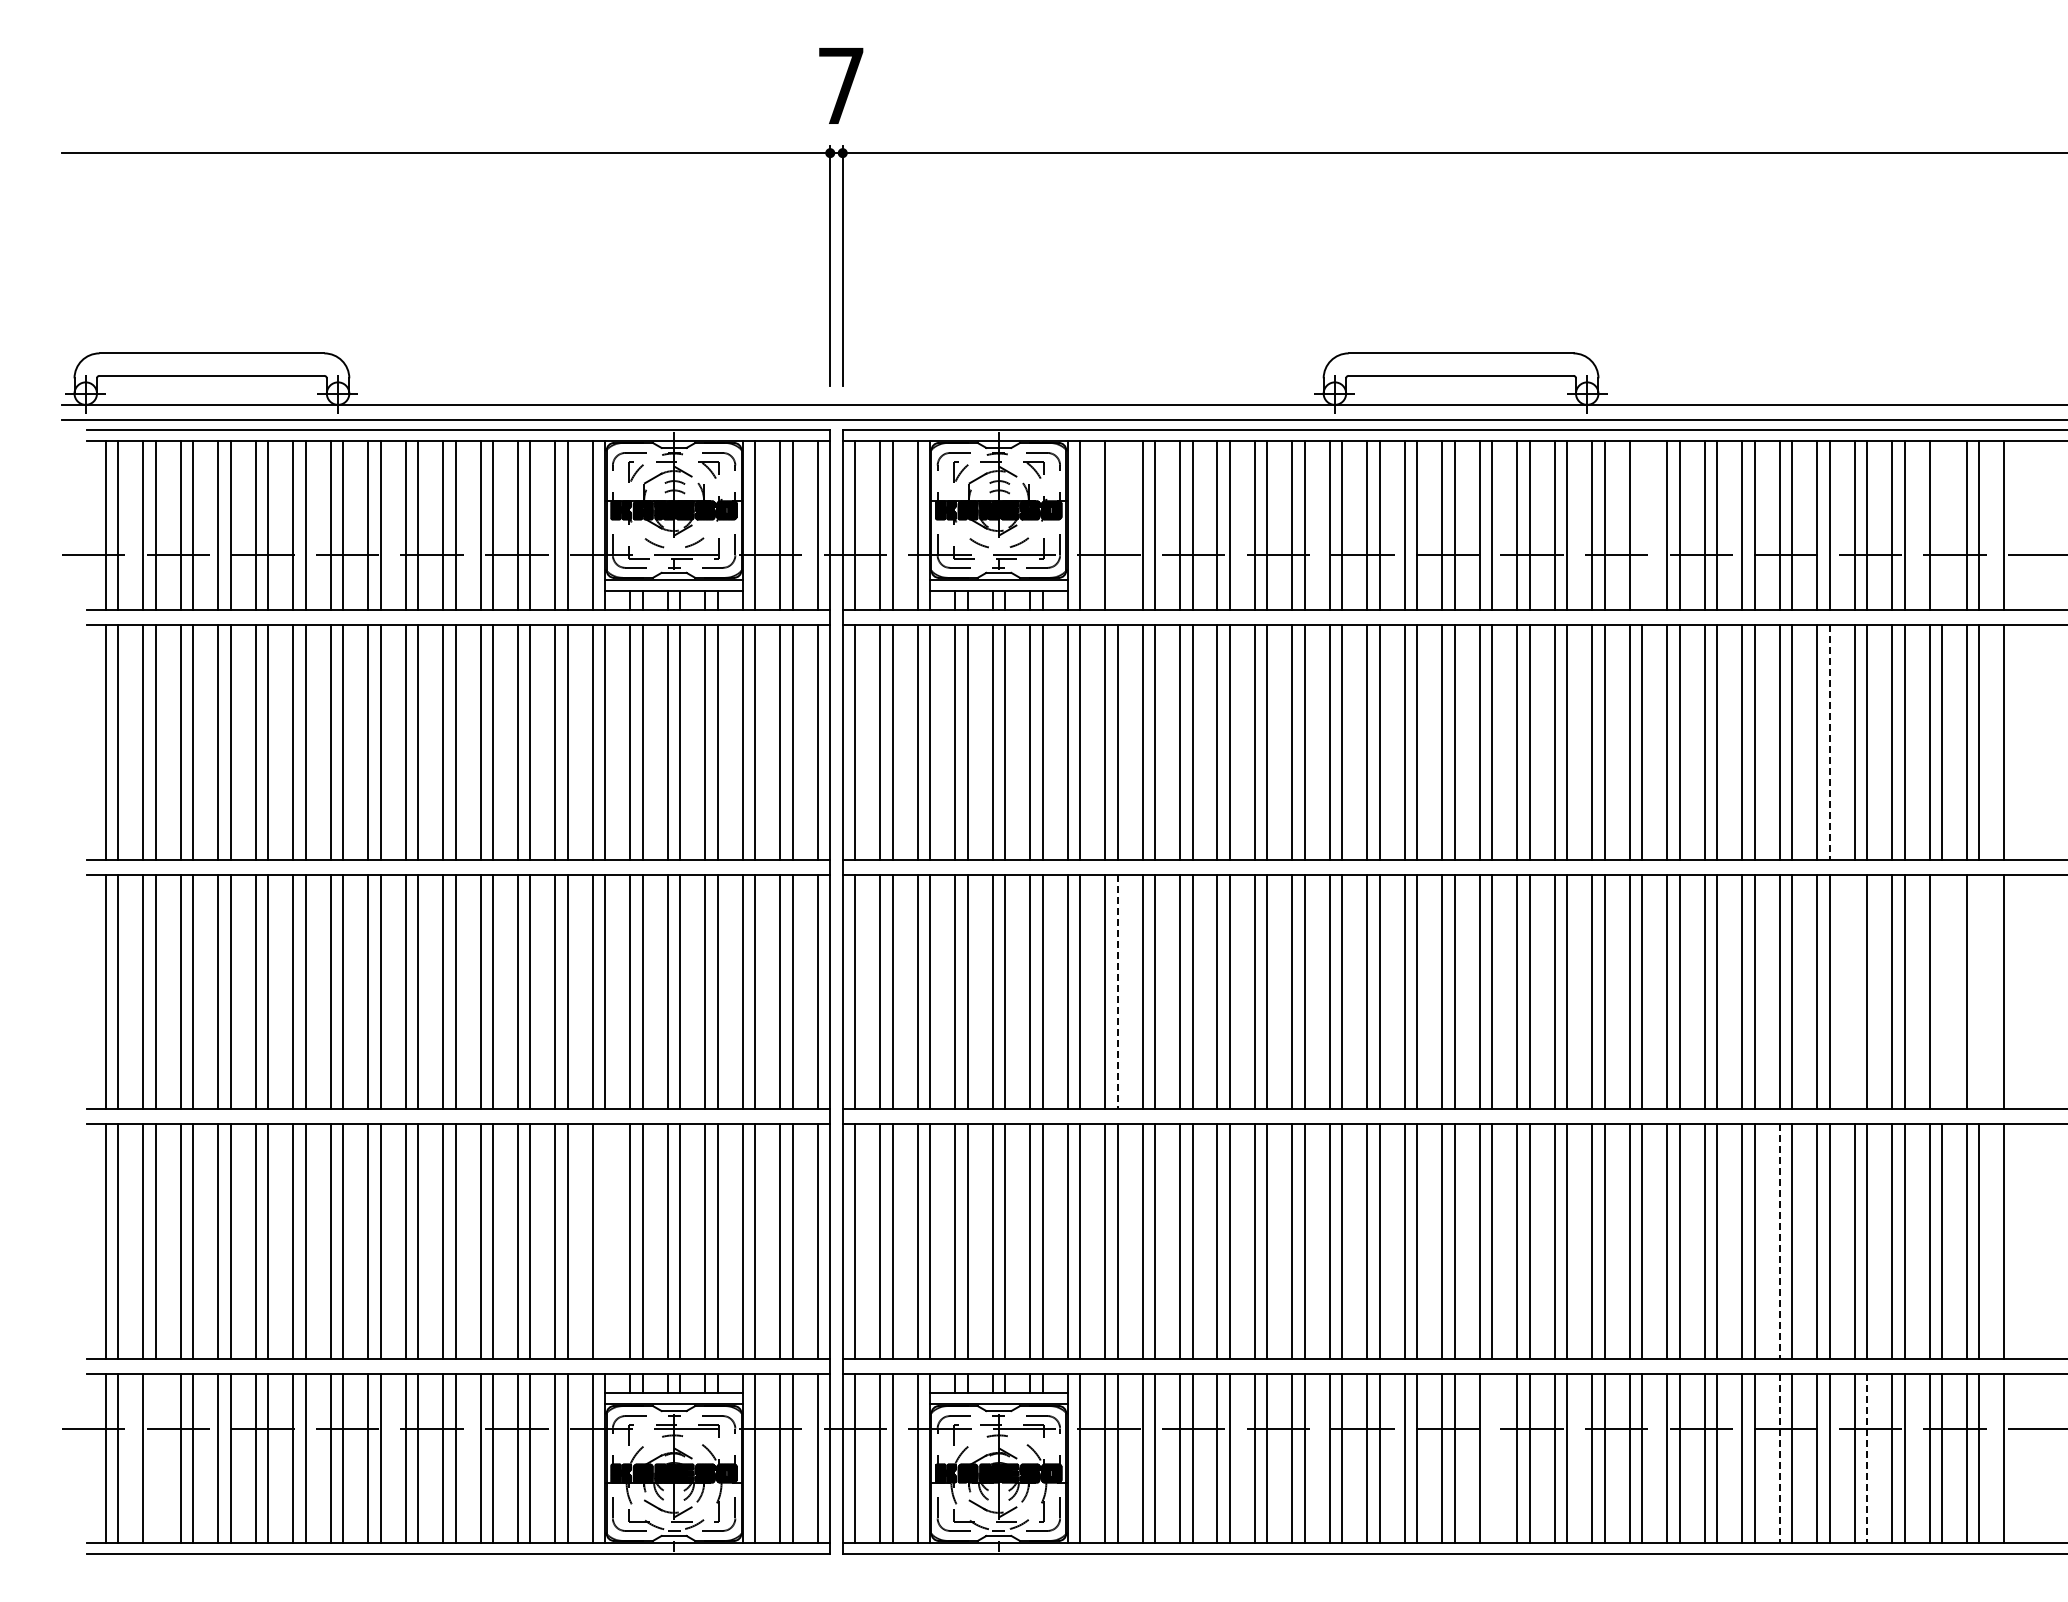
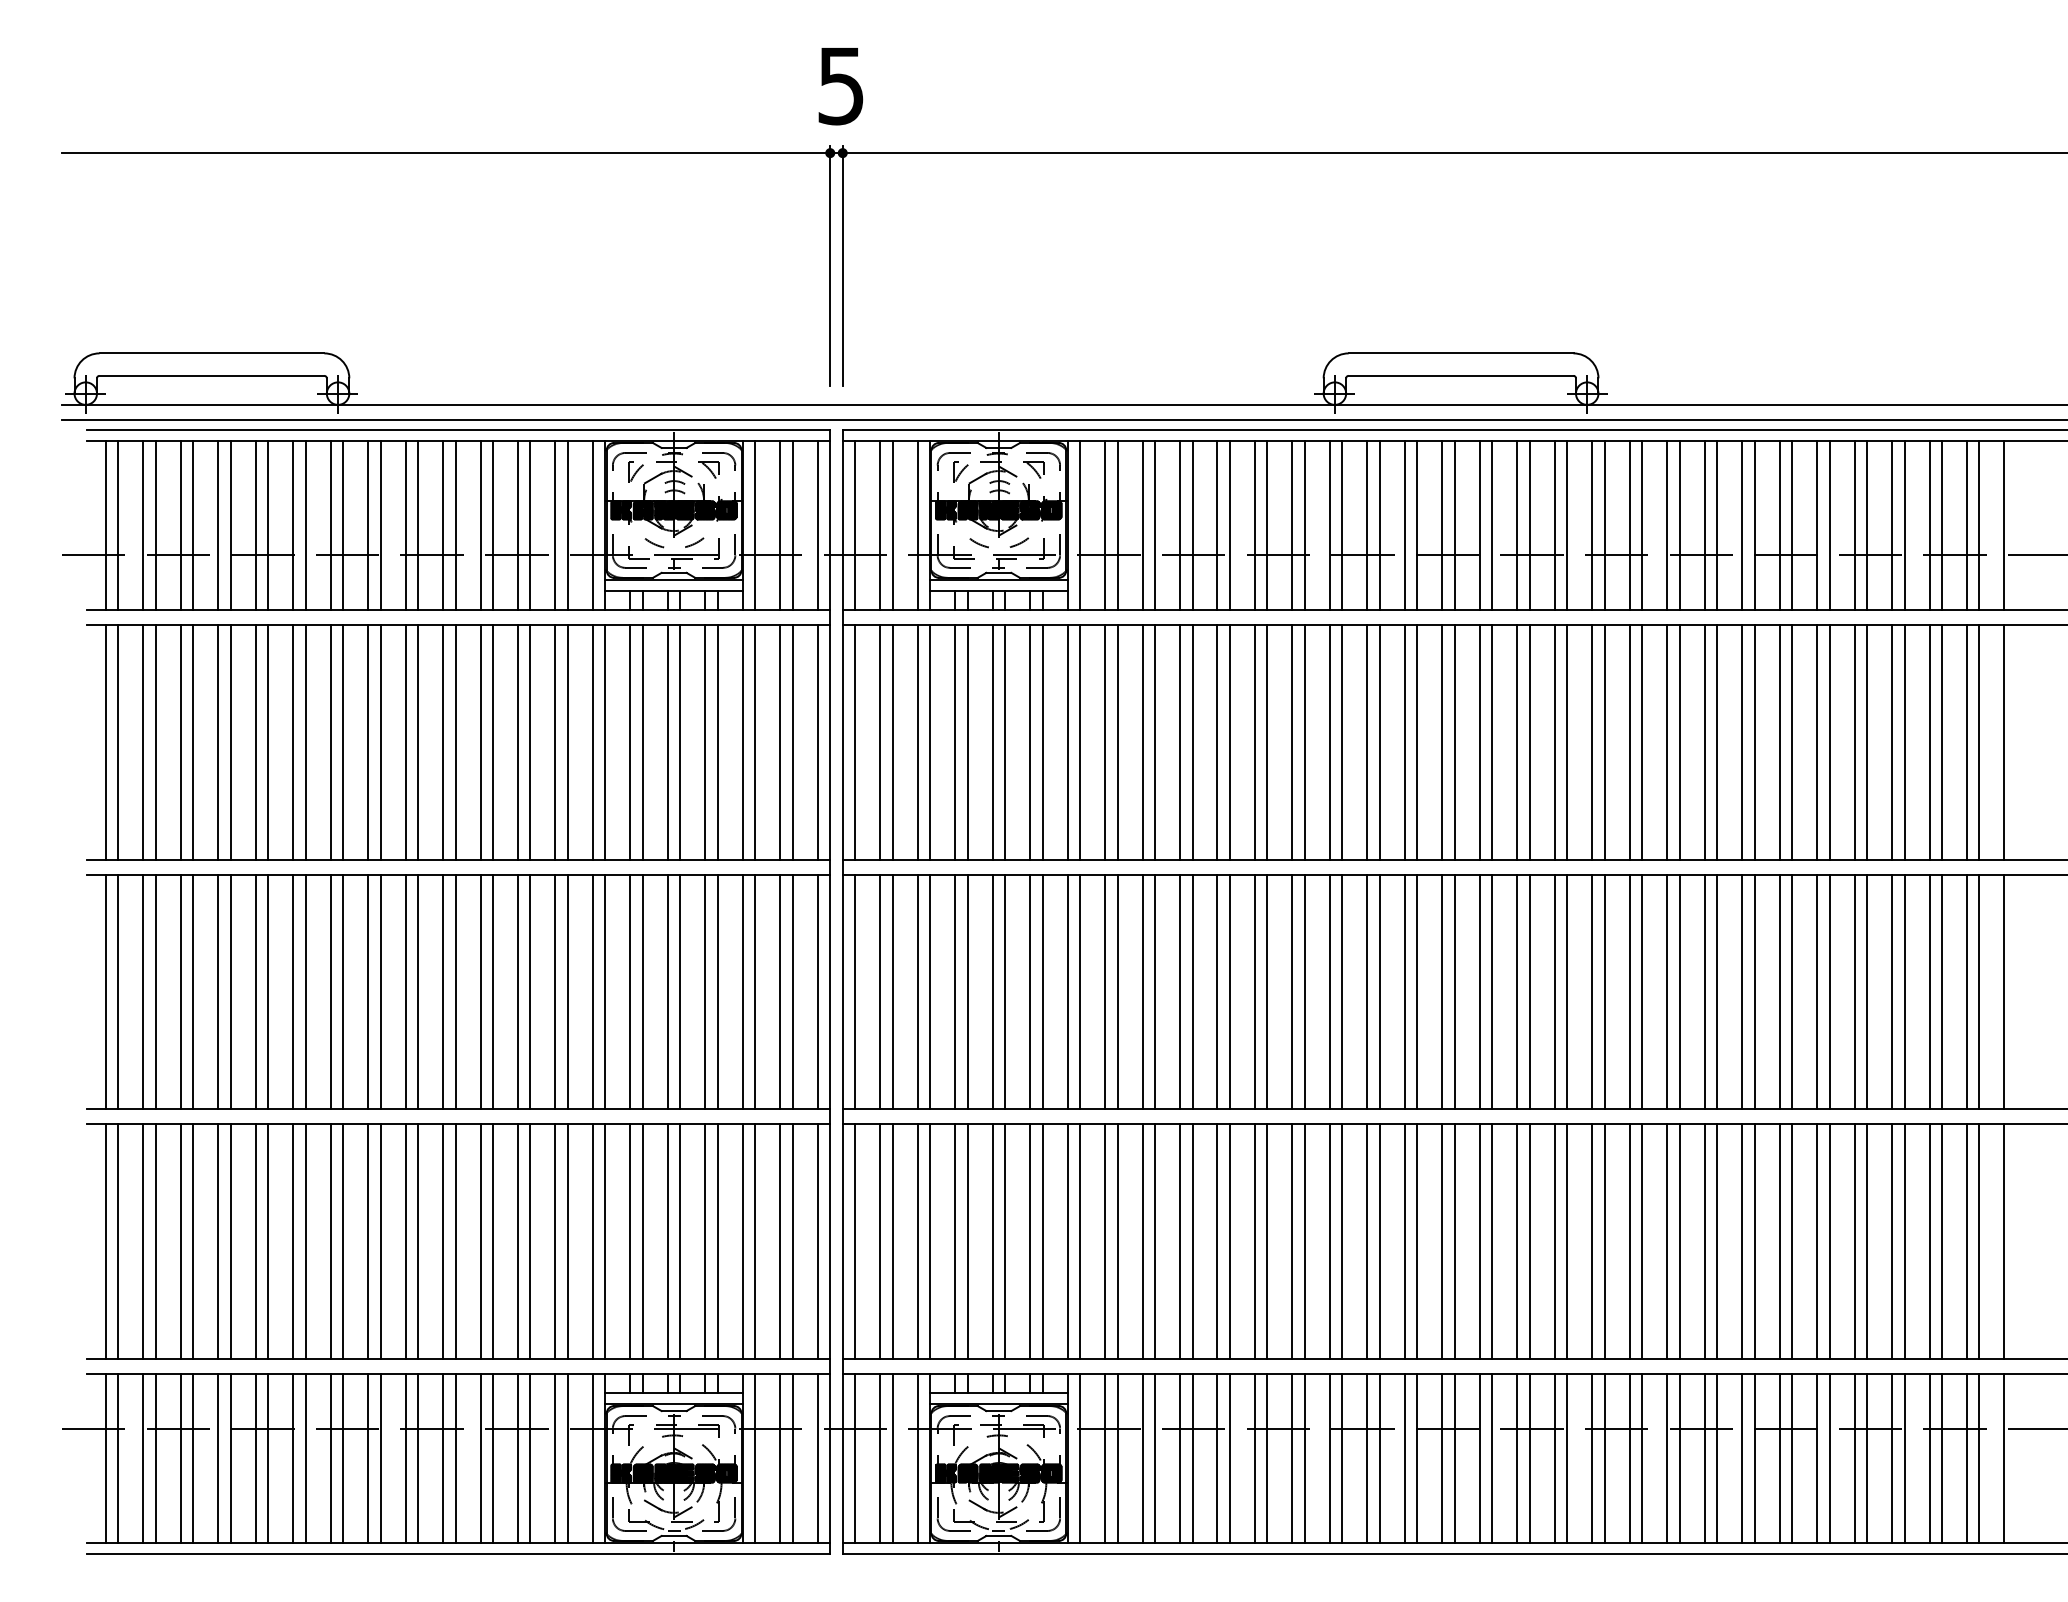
text at (840, 86): 7 -> 5
line at (1117, 525): none -> present
line at (1642, 525): none -> present
line at (1941, 525): none -> present
line at (1829, 742): dashed -> solid
line at (1854, 991): none -> present
line at (1941, 991): none -> present
line at (1979, 991): none -> present
line at (1117, 992): dashed -> solid
line at (605, 1241): none -> present
line at (1779, 1242): dashed -> solid
line at (155, 1458): none -> present
line at (1492, 1458): none -> present
line at (1779, 1459): dashed -> solid
line at (1867, 1459): dashed -> solid
